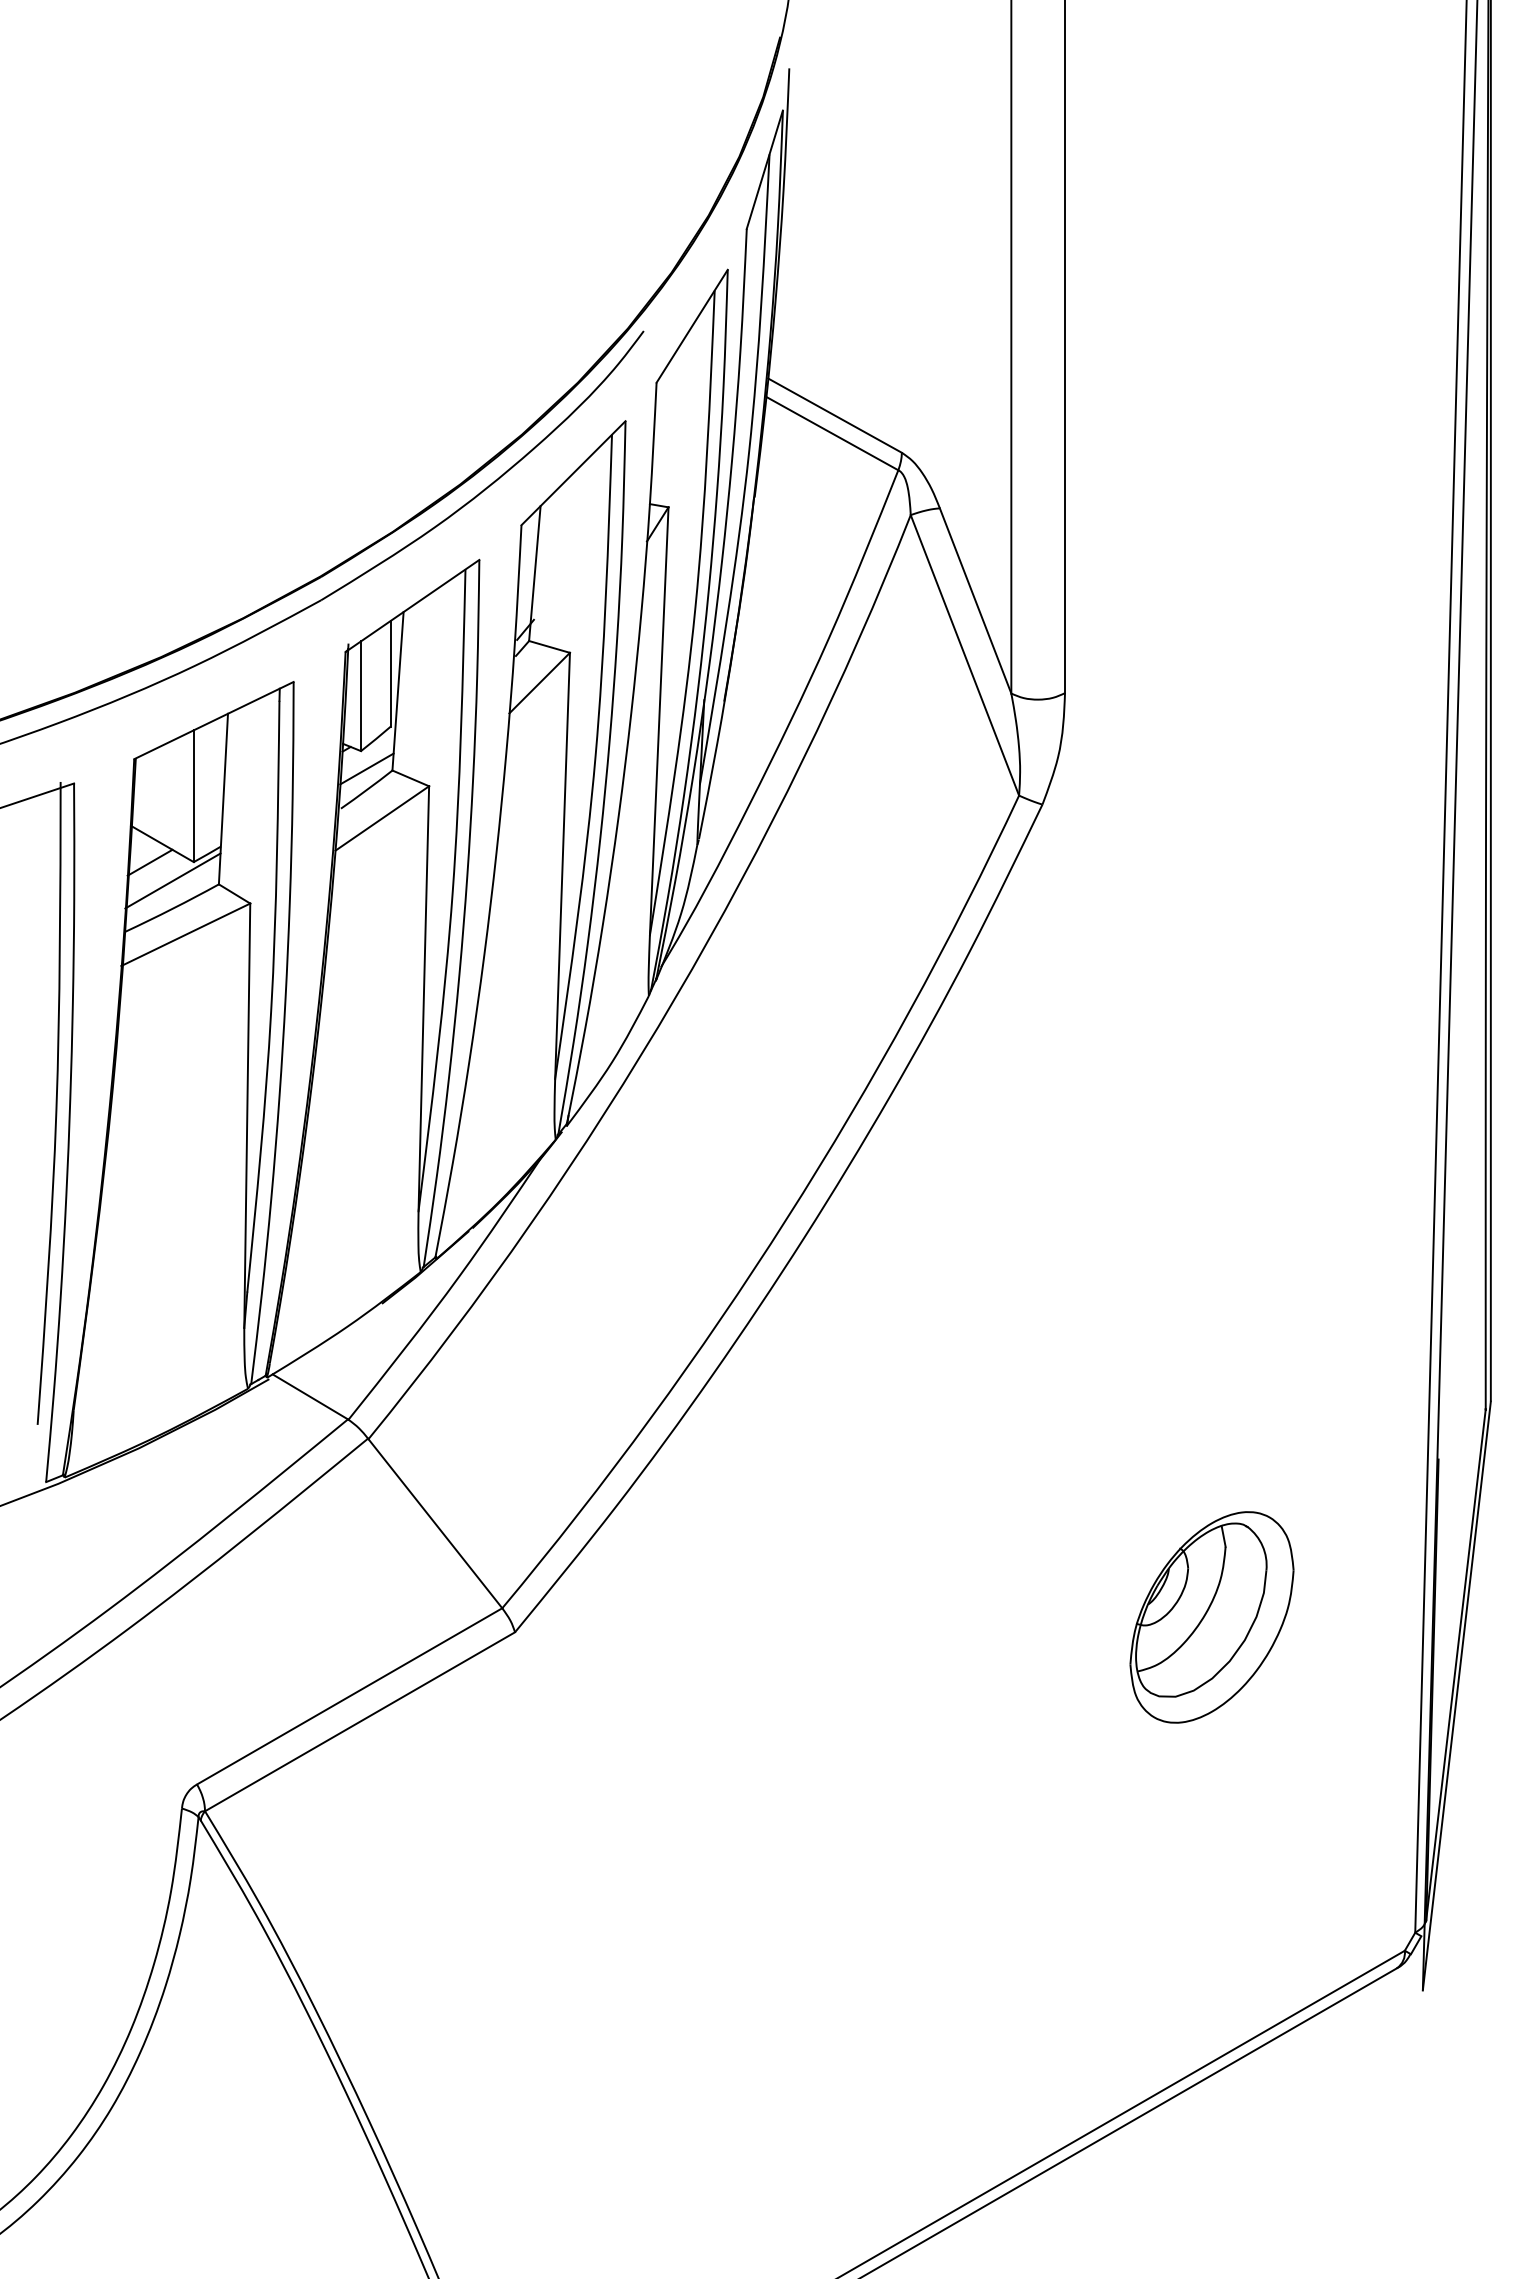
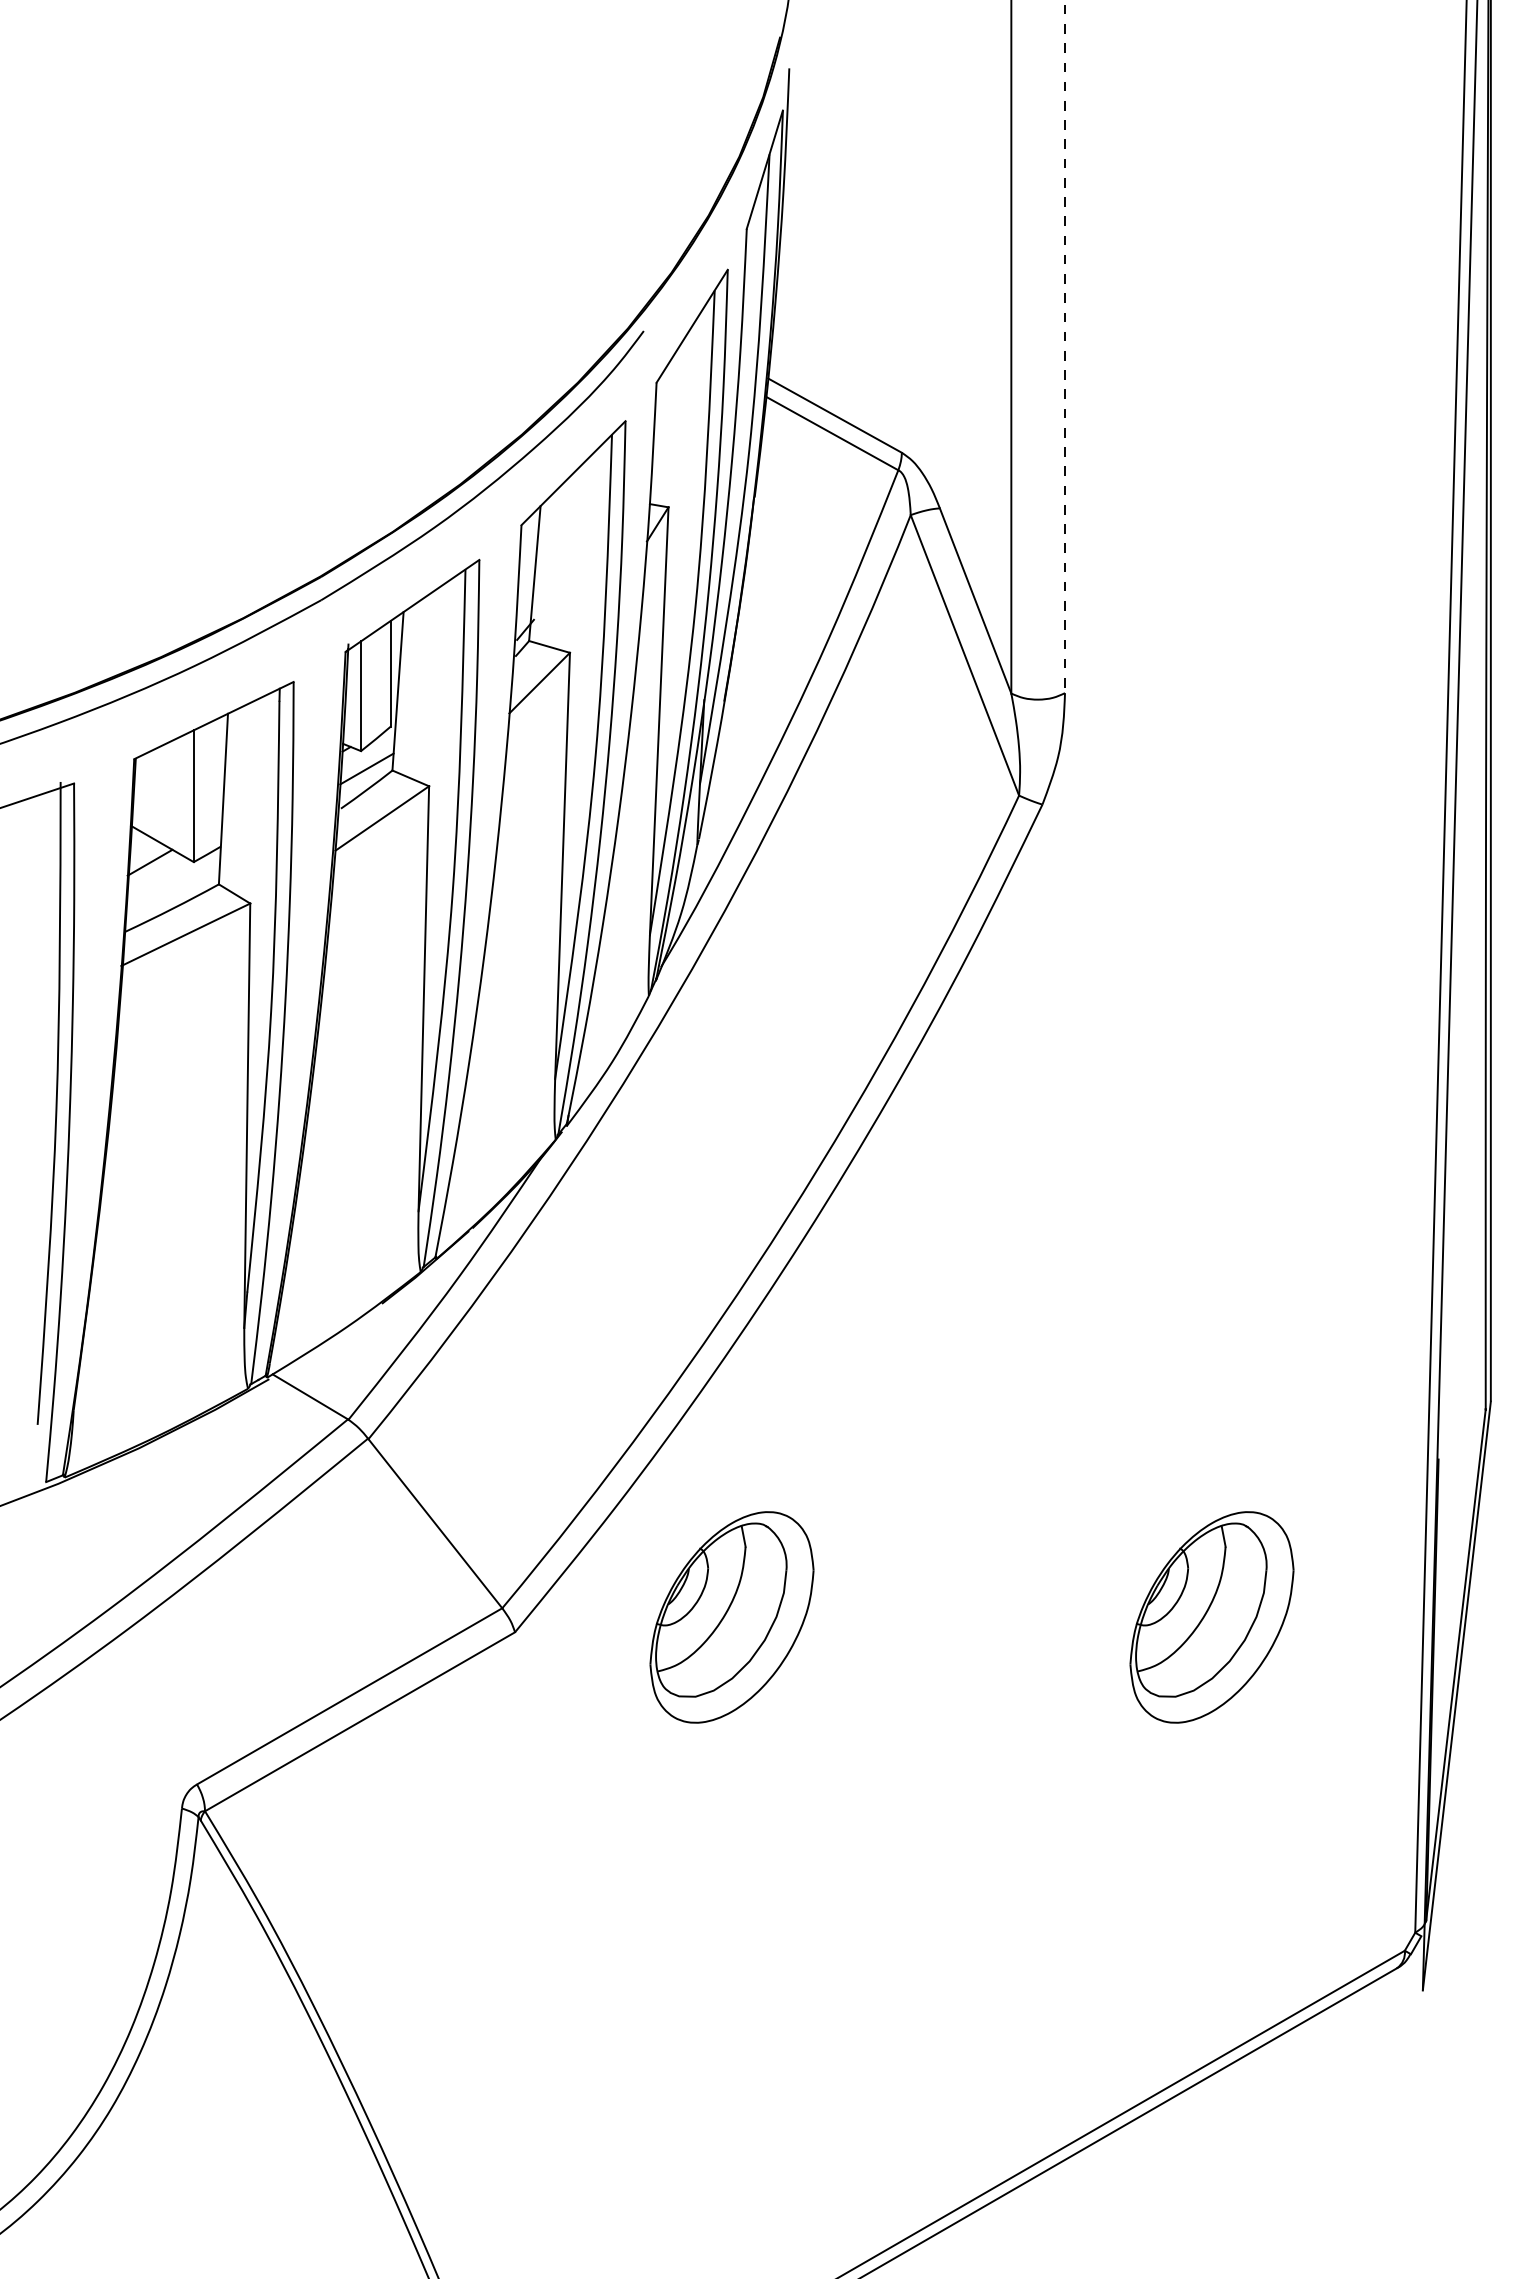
line at (1065, 347): solid -> dashed
line at (172, 880): present -> none
part at (731, 1617): none -> present
